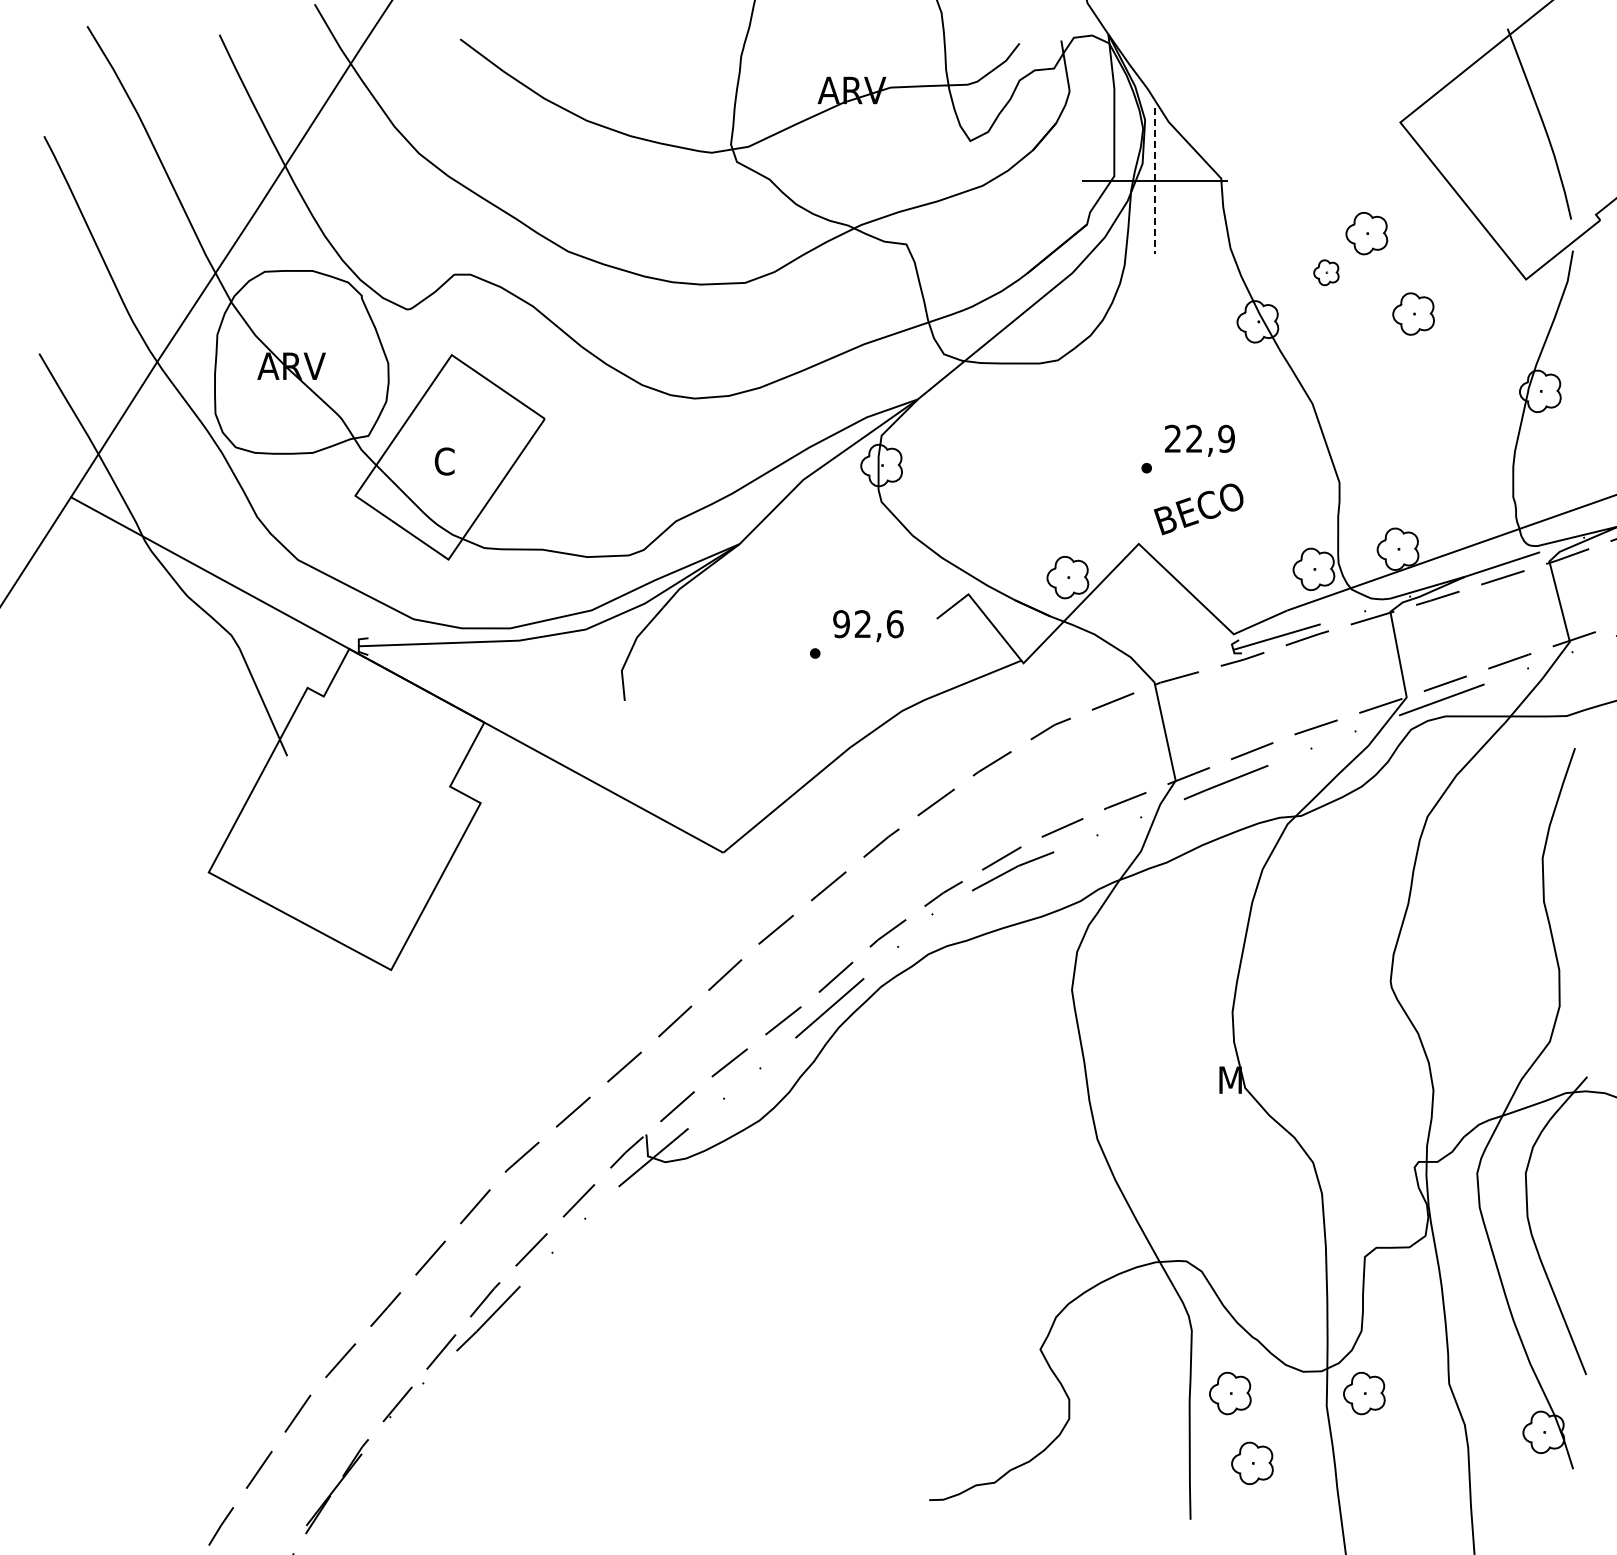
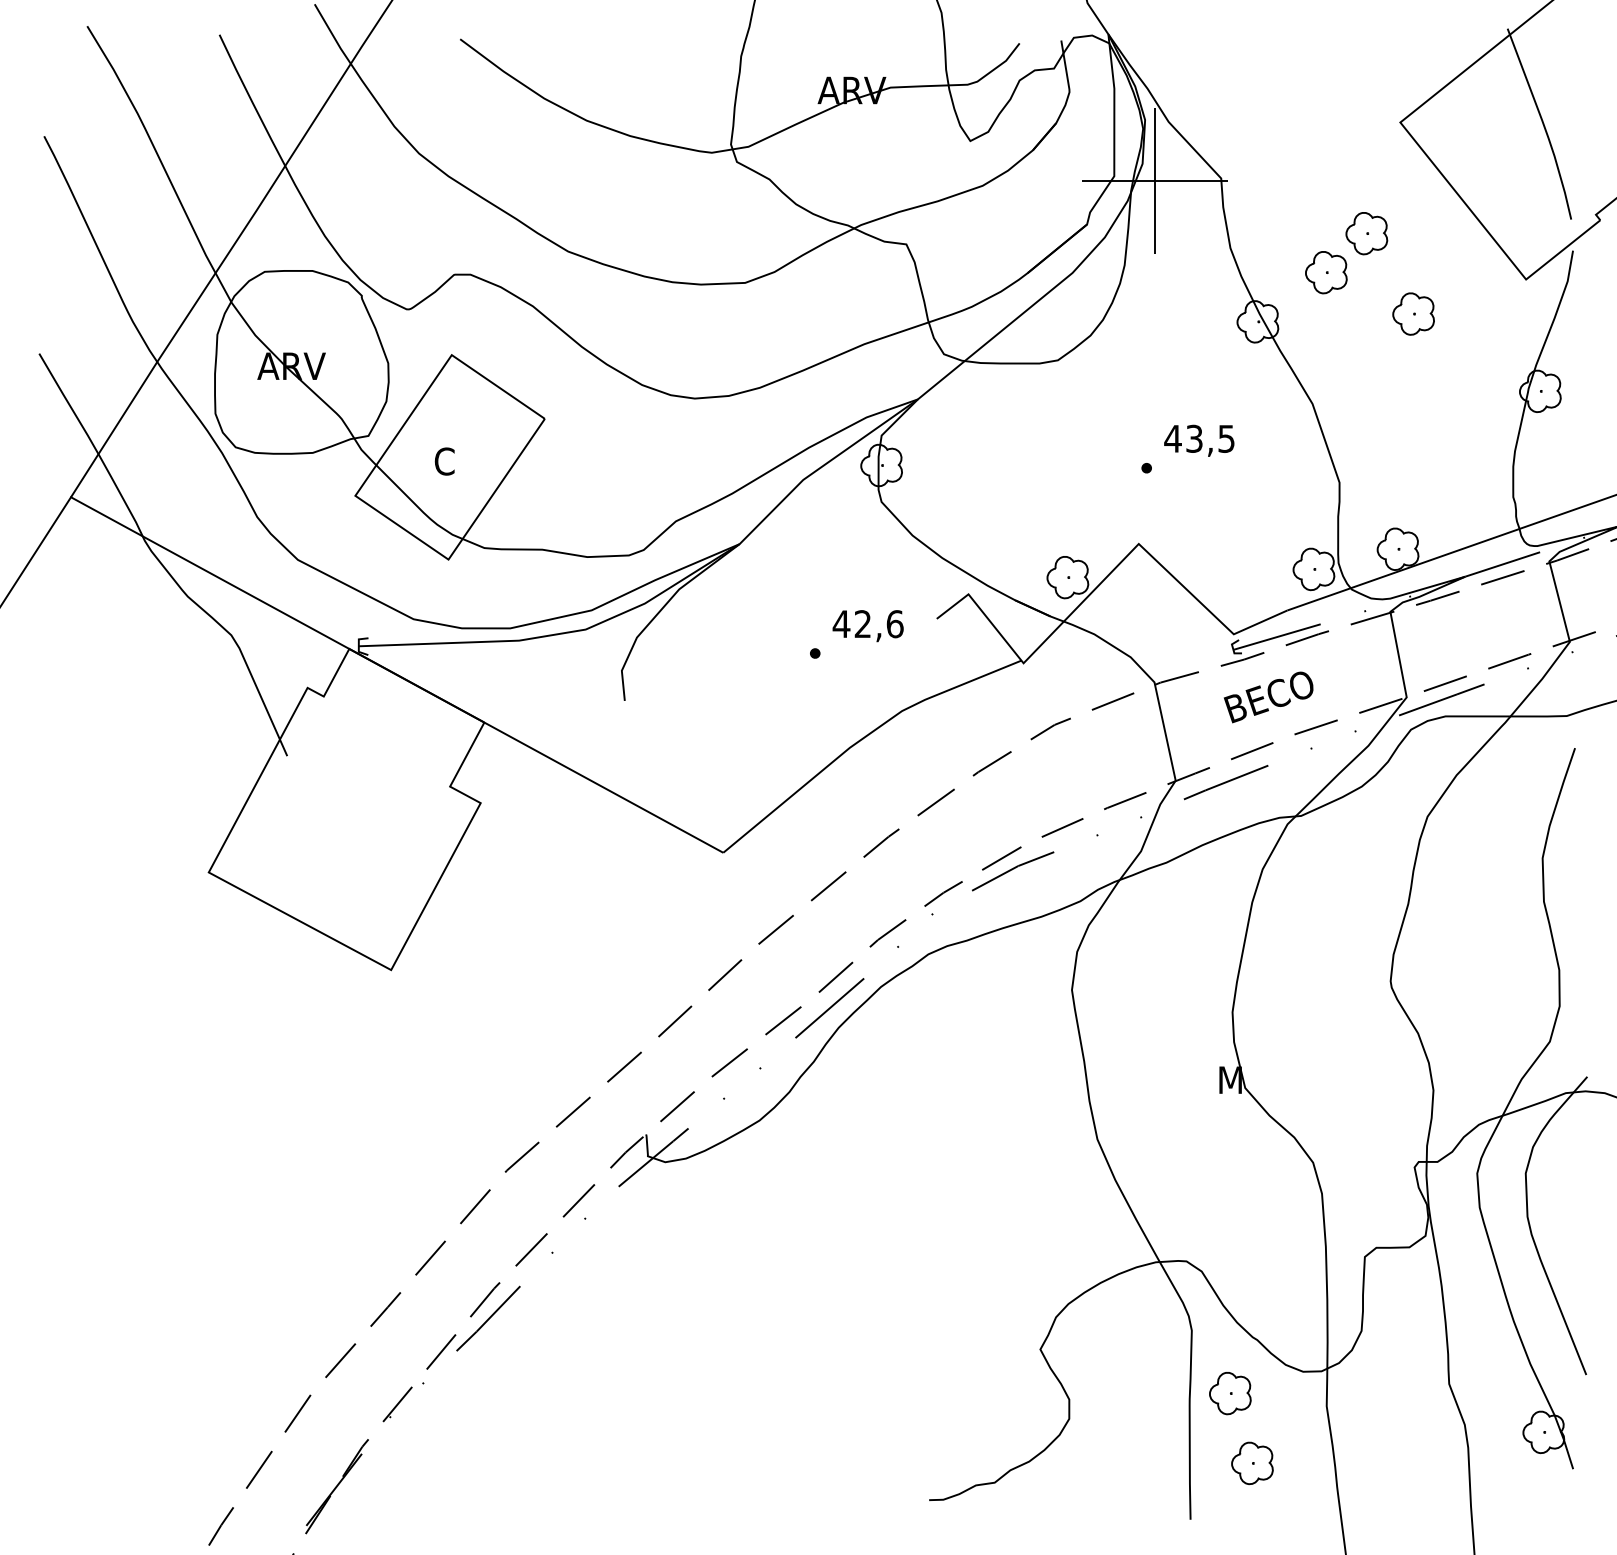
line at (1155, 180): dashed -> solid
part at (1326, 272) size: 27x28 px -> 43x44 px
text at (1199, 438): 22,9 -> 43,5
text at (1198, 509) position: (1198, 509) -> (1268, 697)
text at (841, 624): 92,6 -> 42,6
part at (1364, 1393): present -> none
